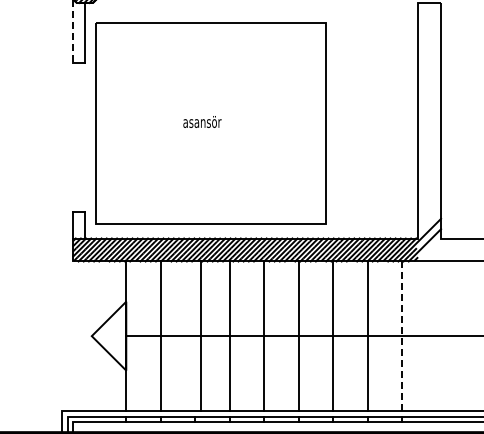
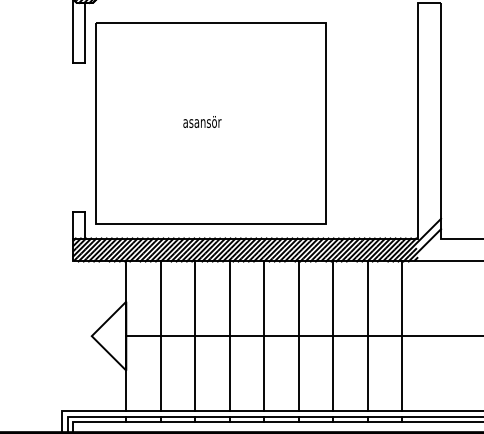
line at (73, 32): dashed -> solid
line at (201, 335) position: (201, 335) -> (195, 335)
line at (402, 336): dashed -> solid
